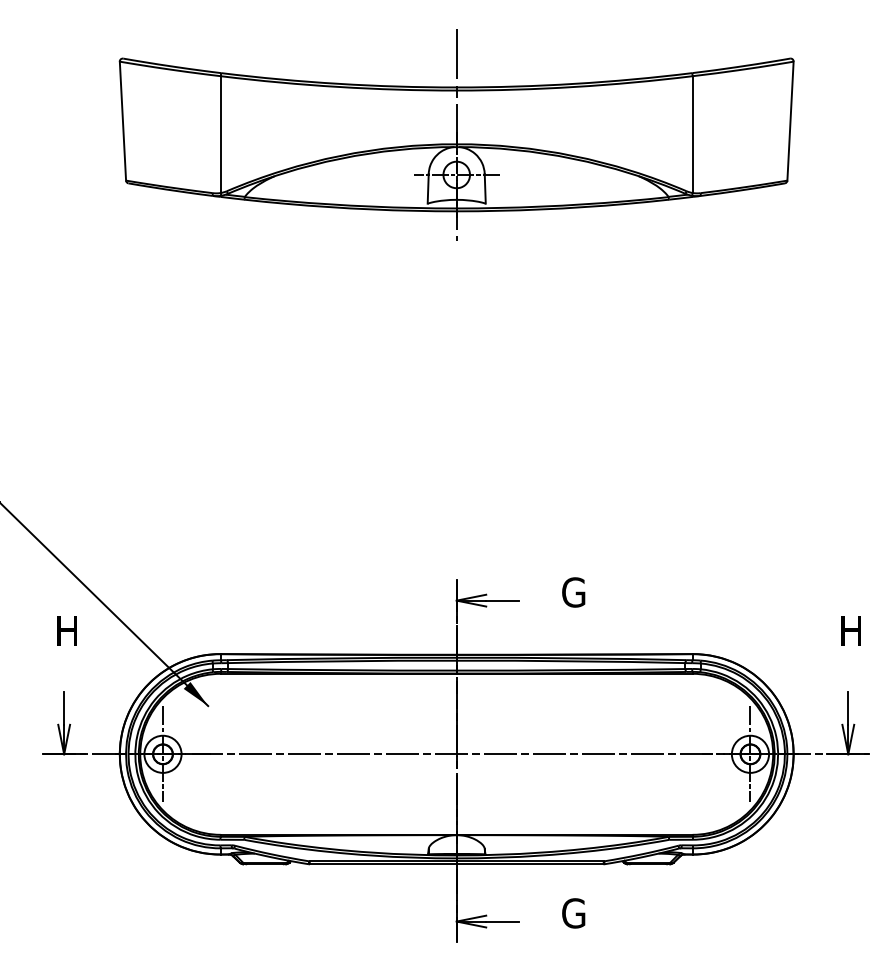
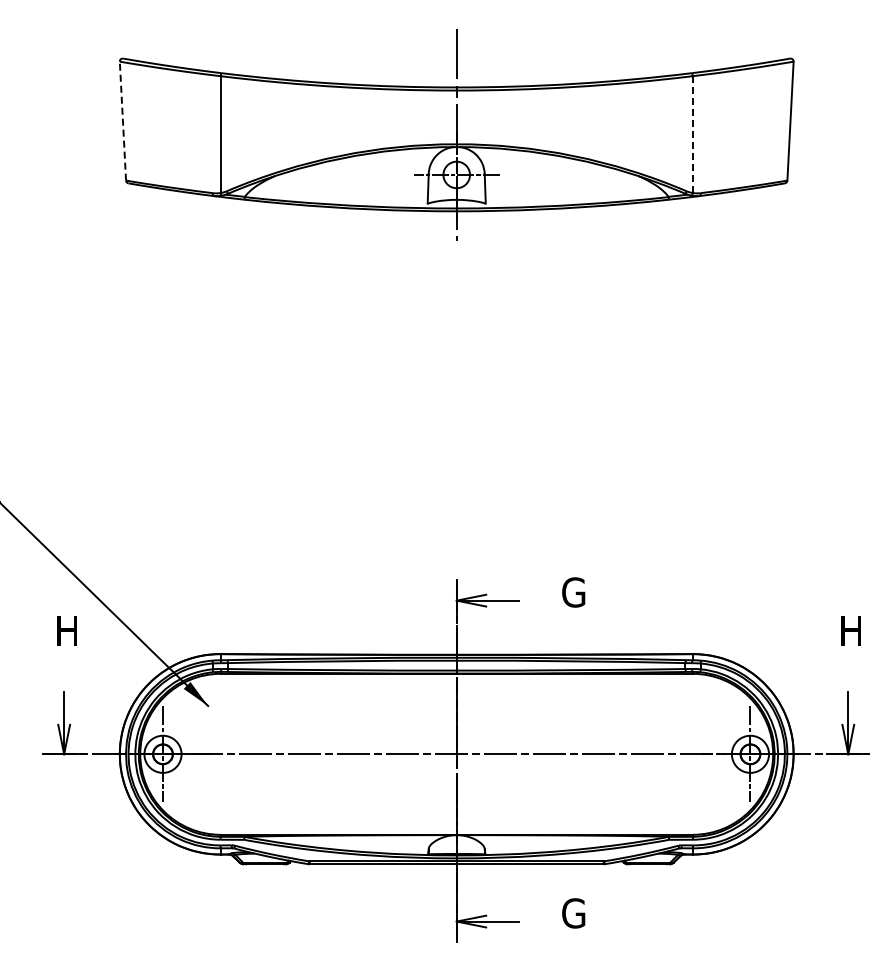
line at (122, 121): solid -> dashed
line at (692, 135): solid -> dashed
